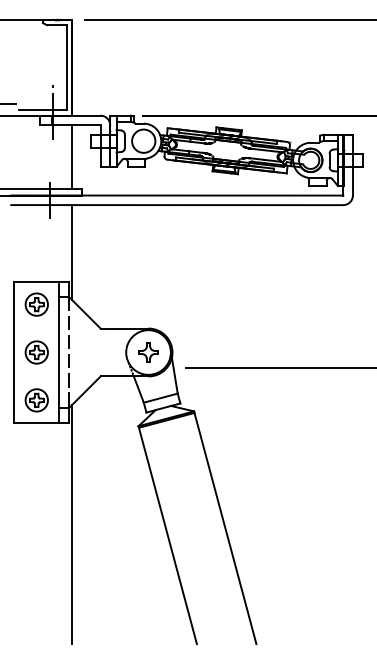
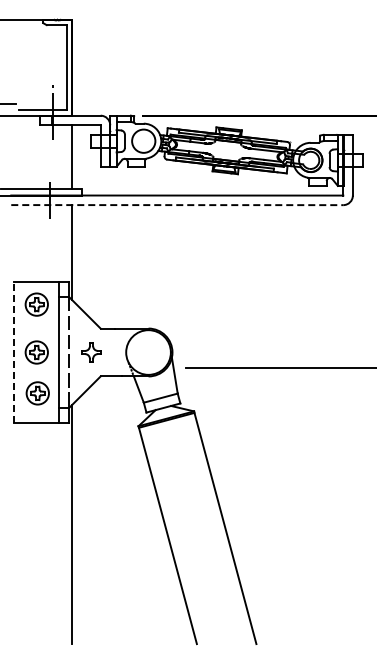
line at (228, 19): present -> none
line at (177, 205): solid -> dashed
line at (14, 352): solid -> dashed
part at (148, 352) position: (148, 352) -> (91, 352)
part at (36, 400) position: (36, 400) -> (37, 393)
